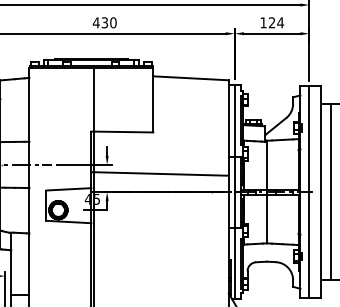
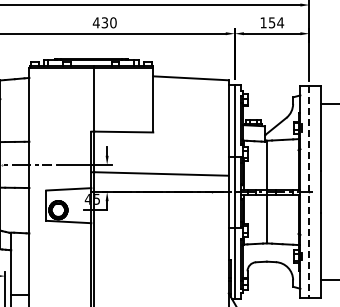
text at (272, 22): 124 -> 154
line at (330, 191): present -> none
line at (309, 192): solid -> dashed
